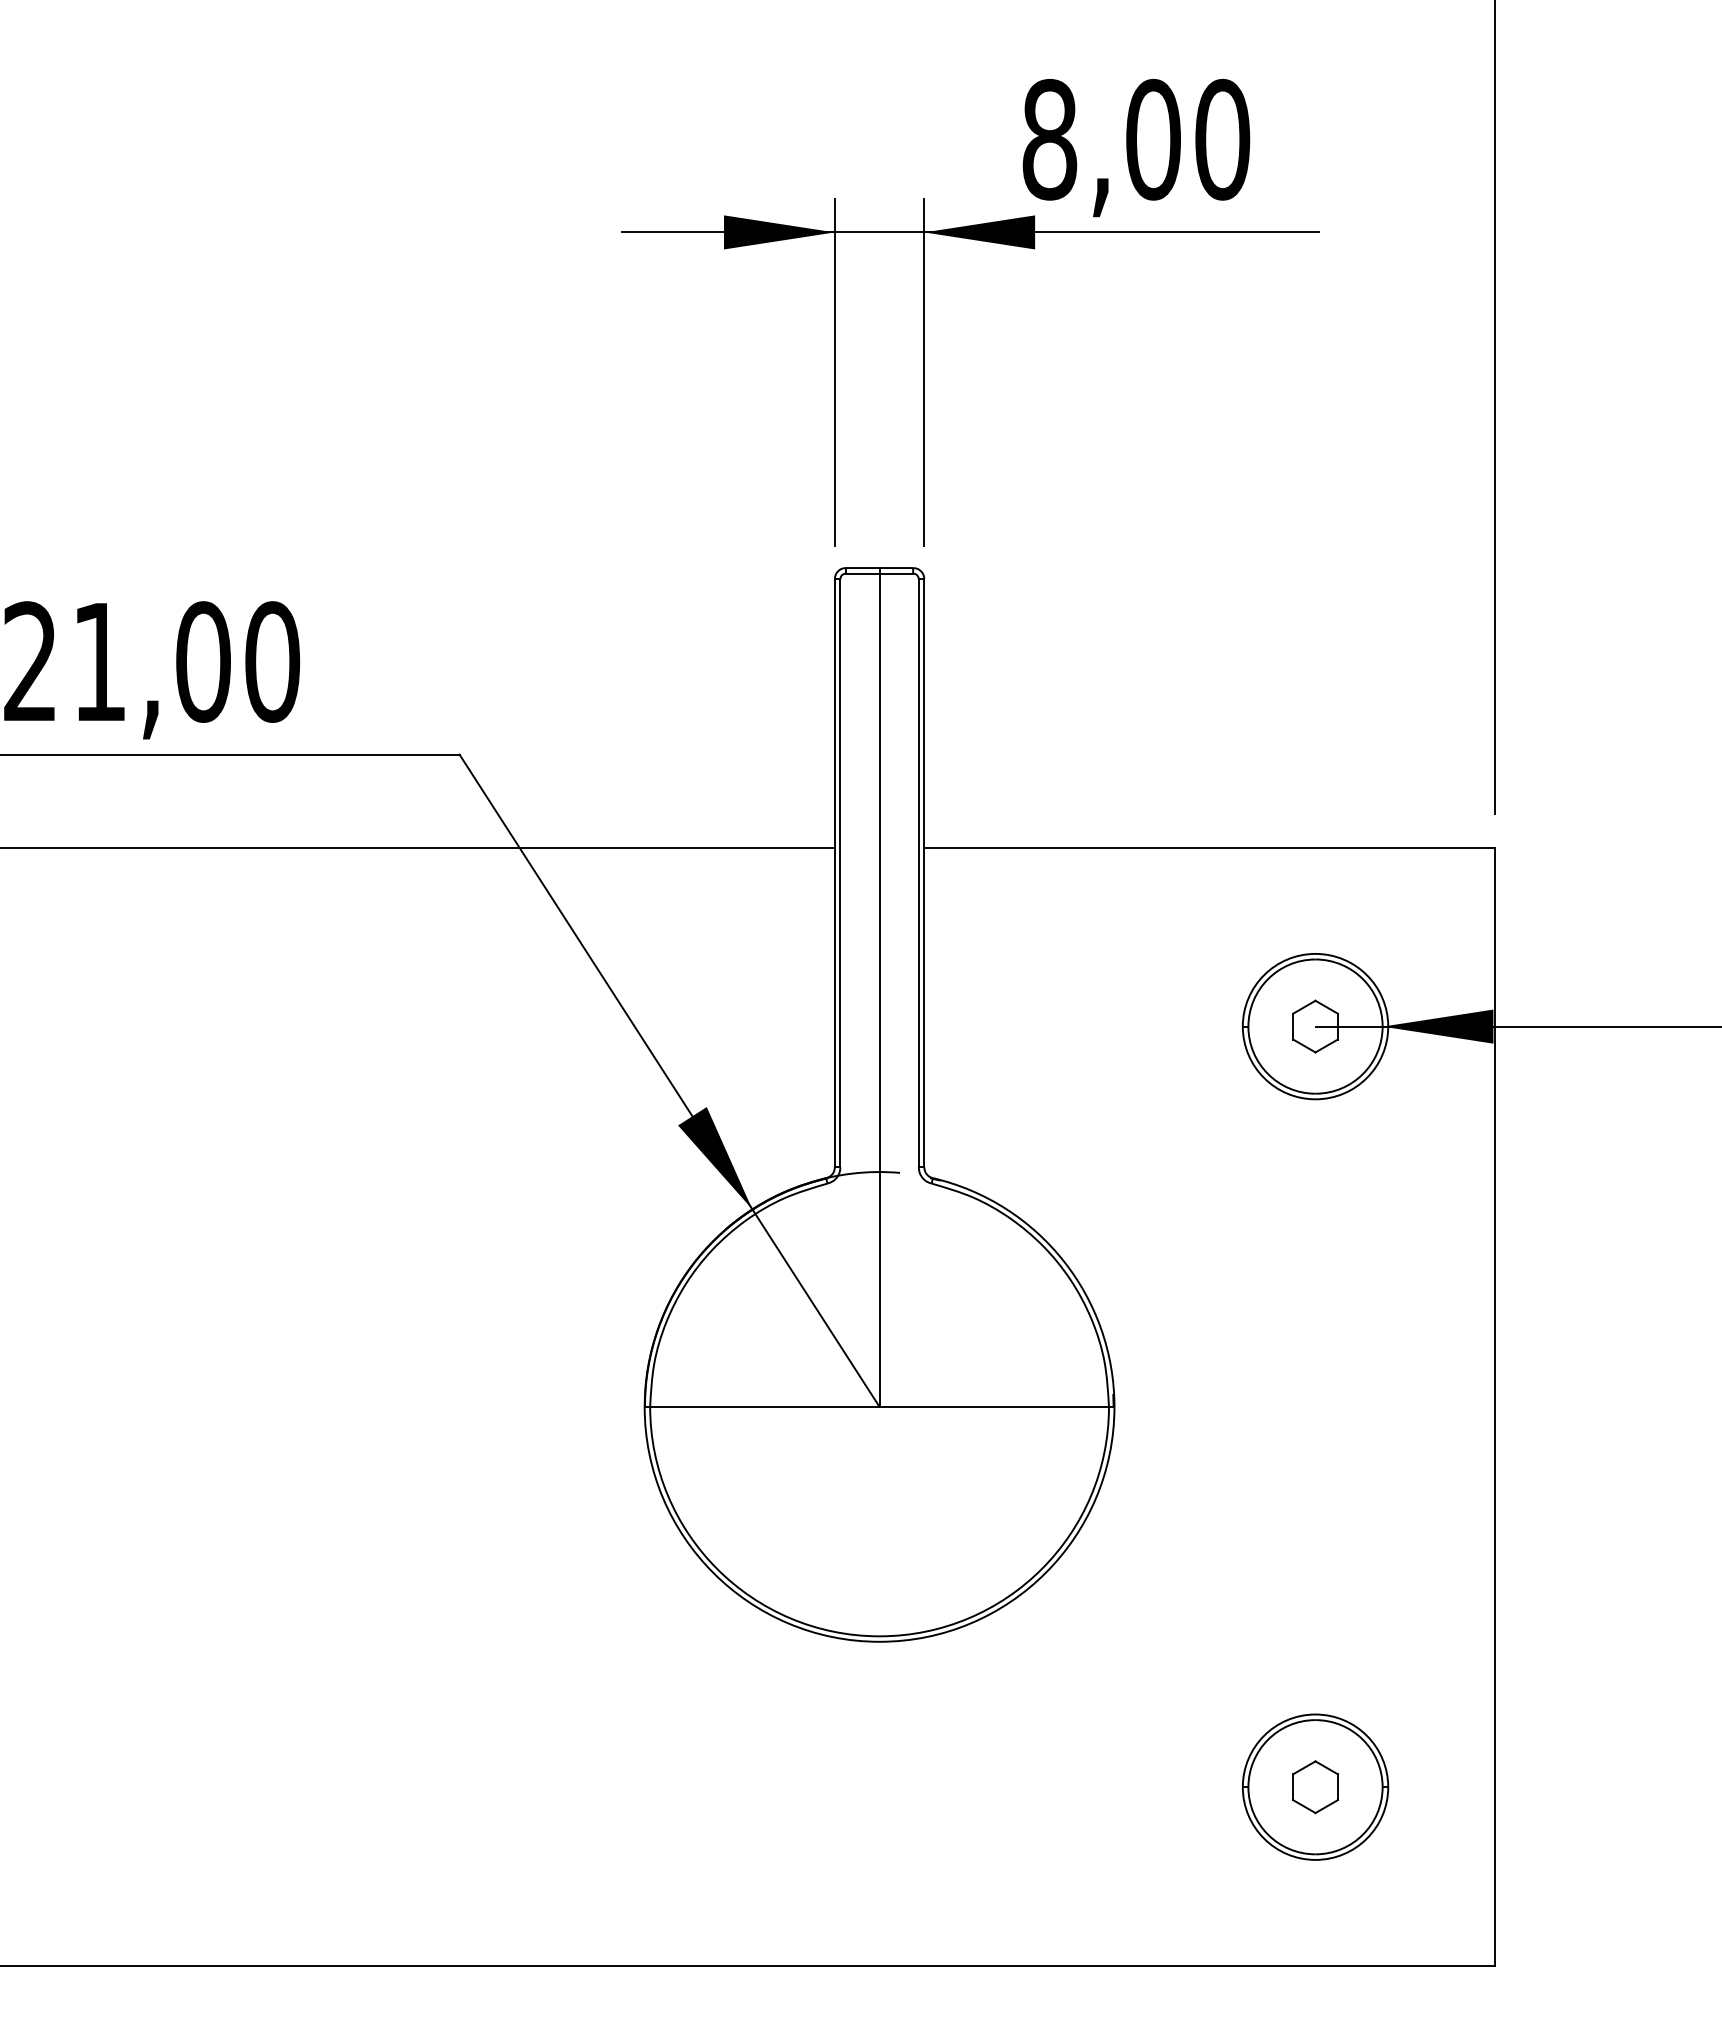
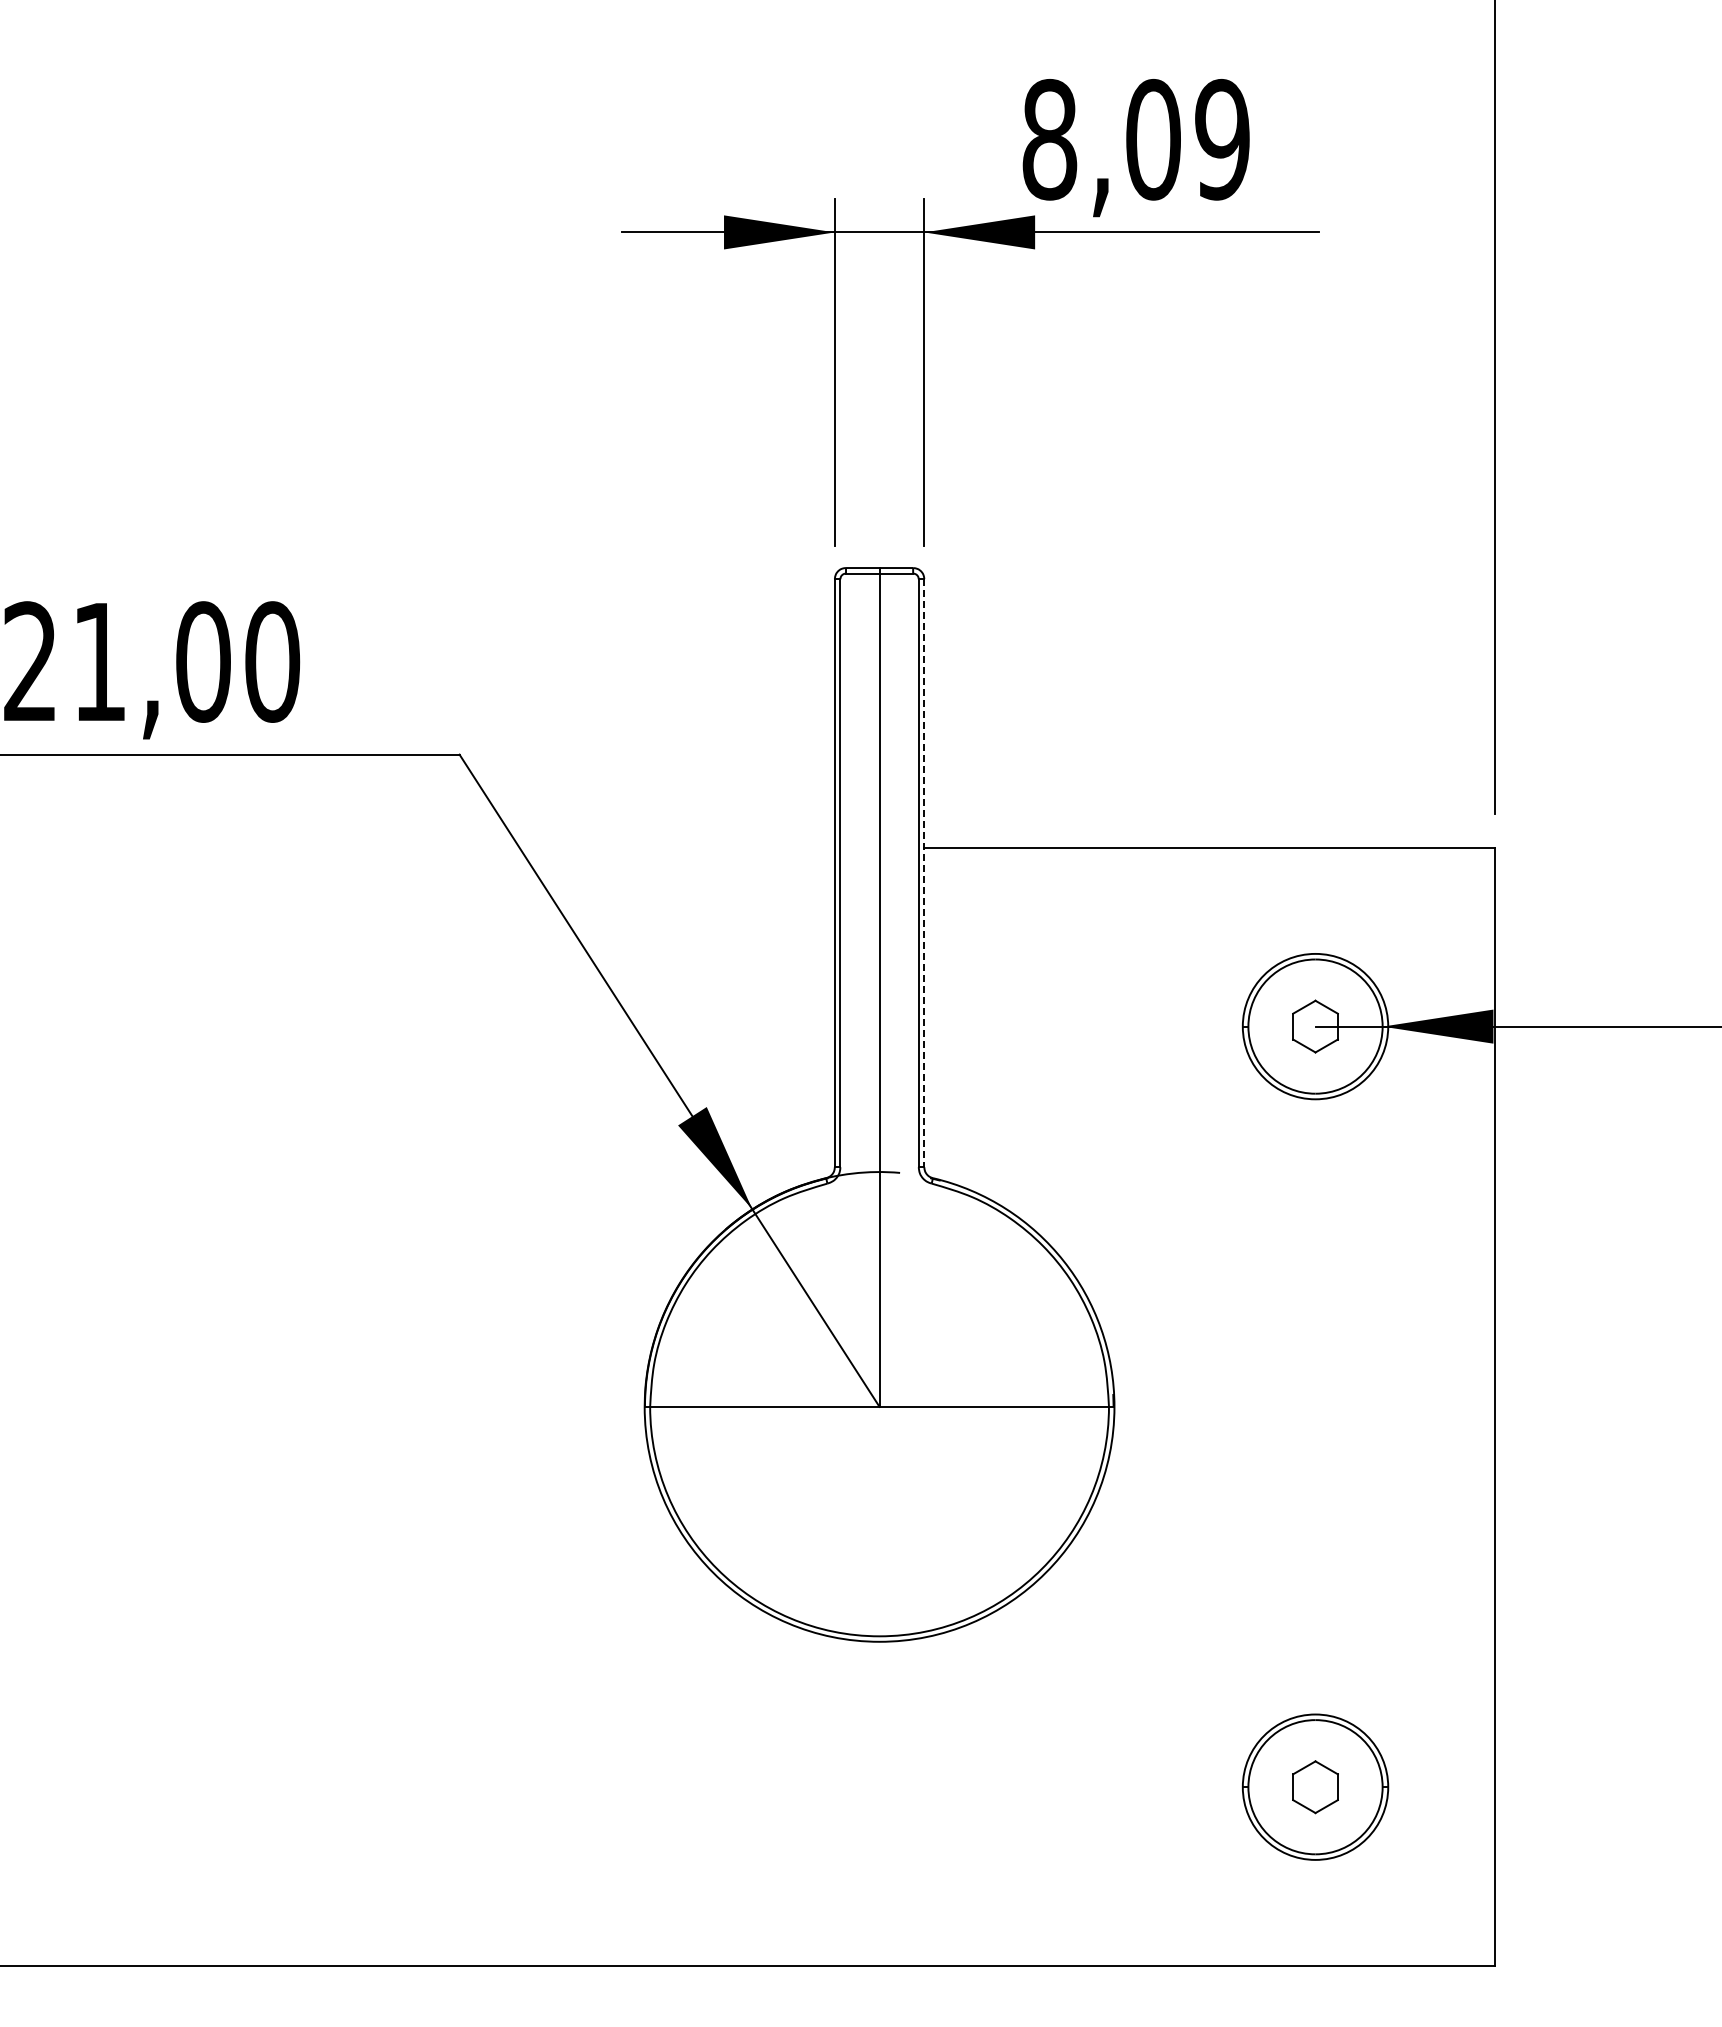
text at (1222, 139): 8,00 -> 8,09
line at (418, 847): present -> none
line at (924, 873): solid -> dashed
